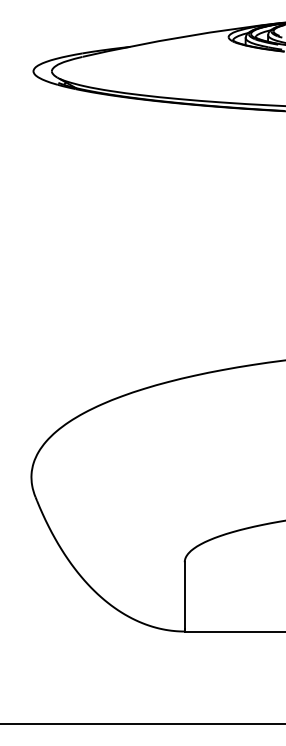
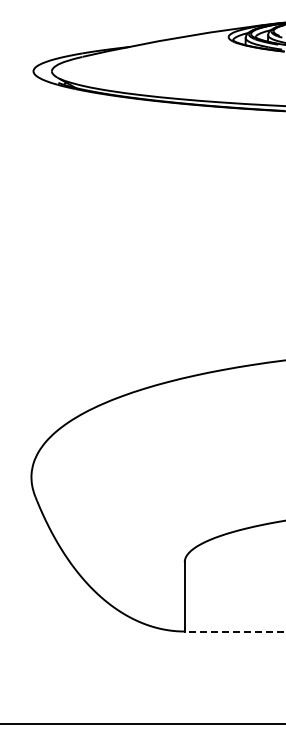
line at (234, 631): solid -> dashed
